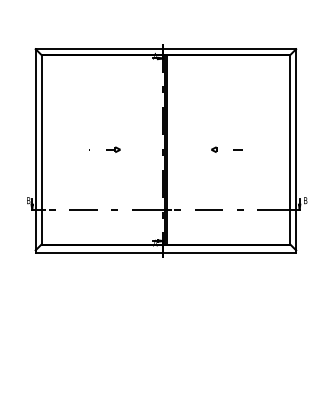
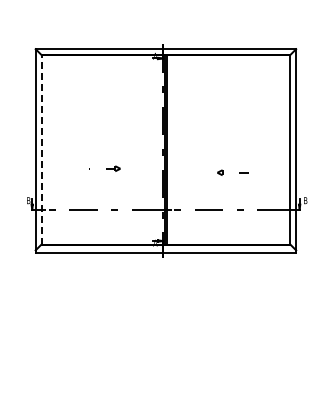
line at (41, 149): solid -> dashed
part at (104, 149) position: (104, 149) -> (104, 168)
part at (233, 149) position: (233, 149) -> (239, 172)
